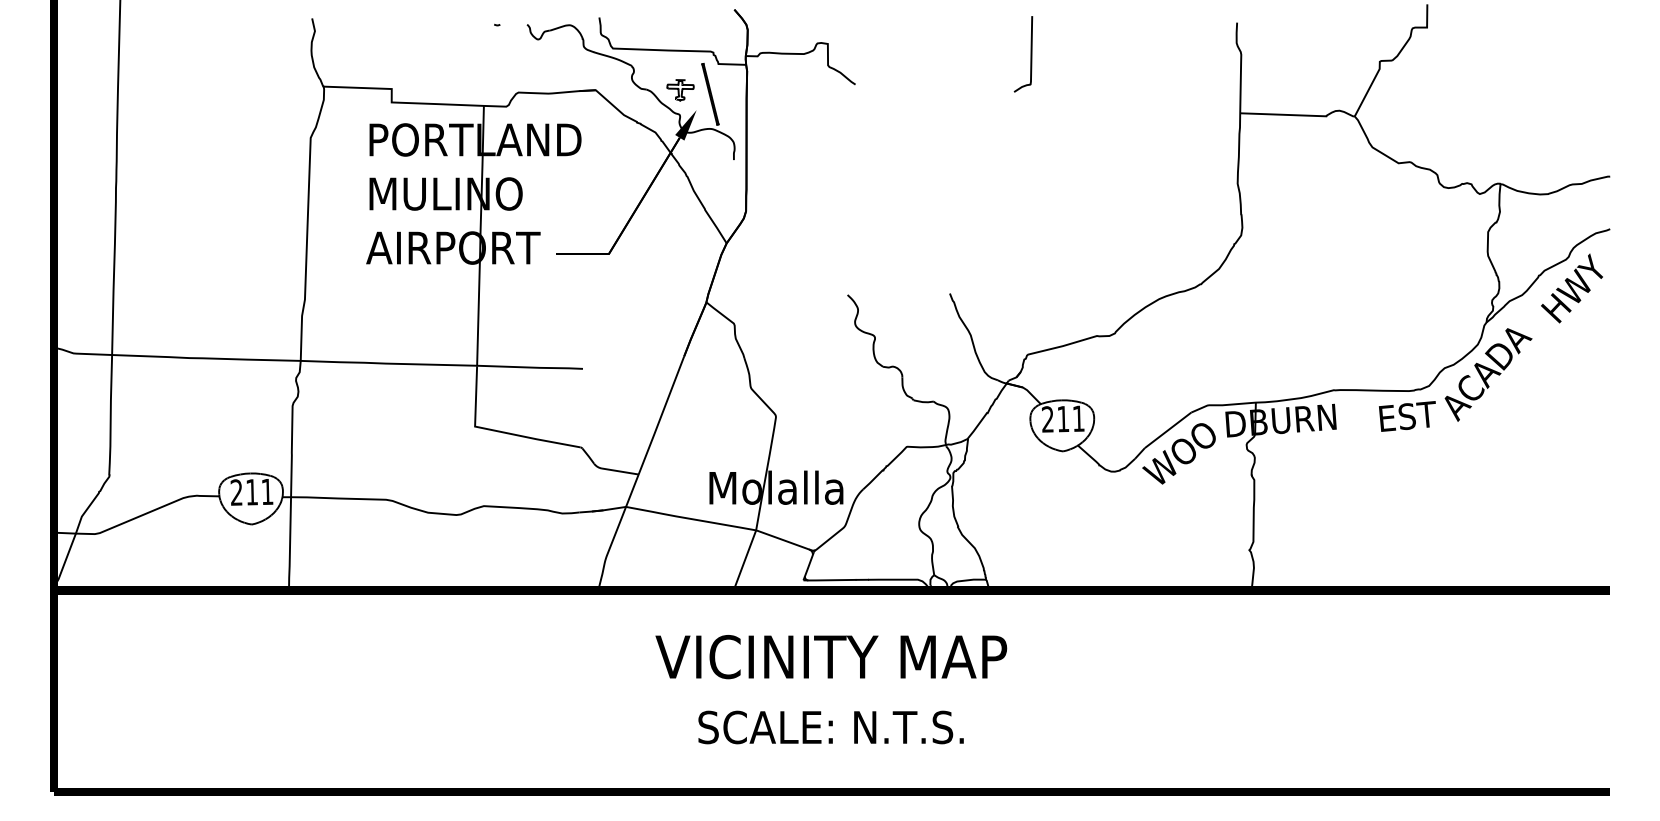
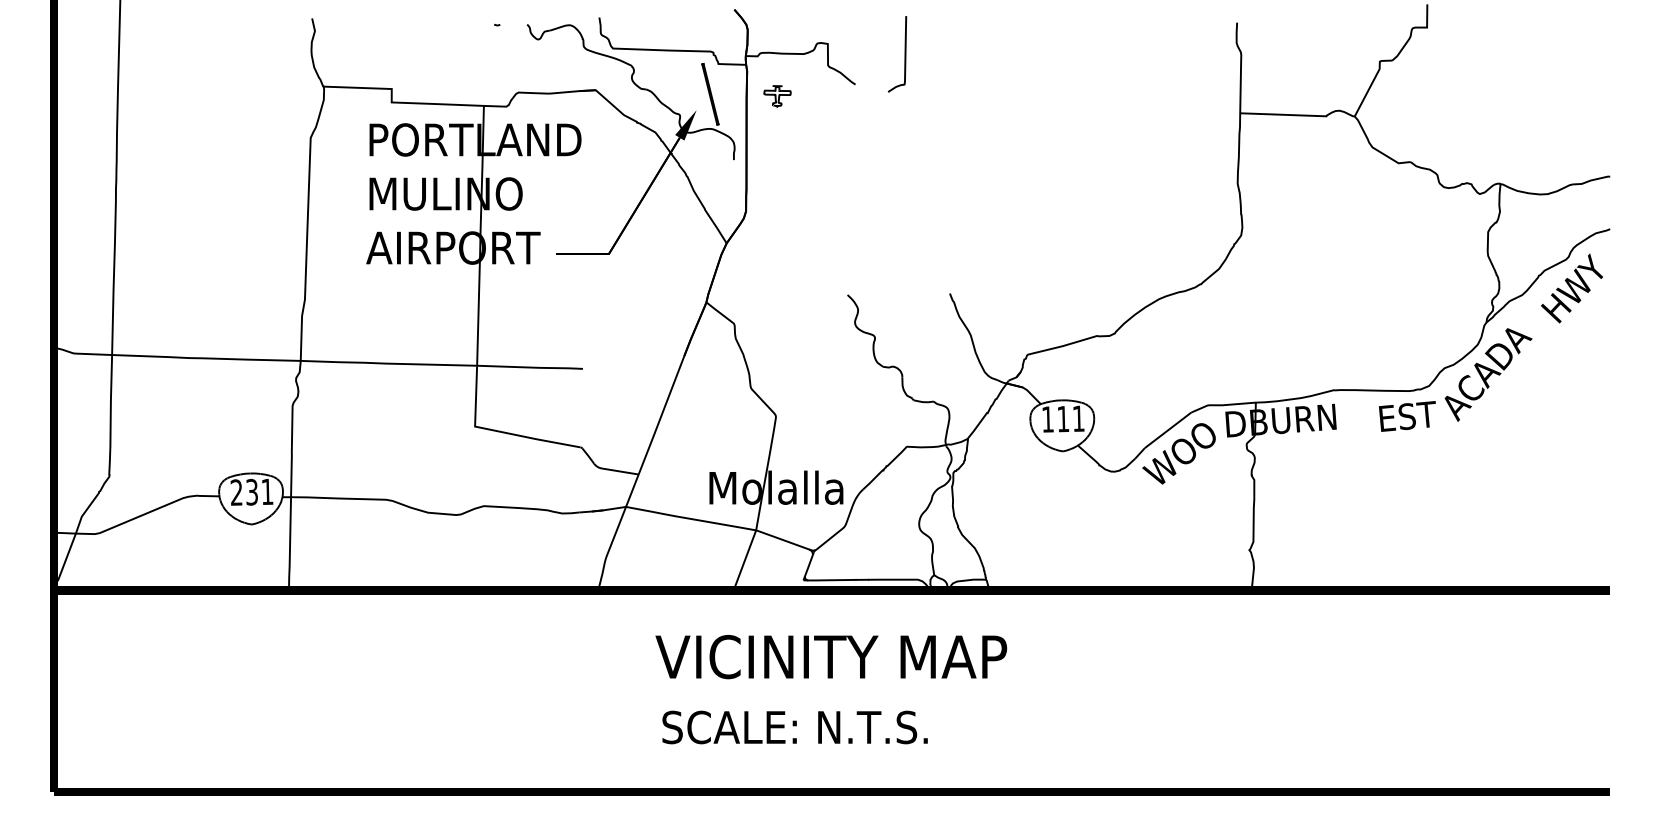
curve at (1030, 54) position: (1030, 54) -> (904, 54)
part at (680, 90) position: (680, 90) -> (777, 96)
text at (1047, 419): 211 -> 111
text at (251, 491): 211 -> 231
text at (830, 727) position: (830, 727) -> (794, 727)
